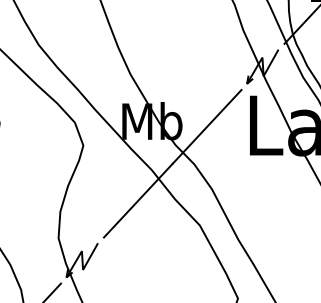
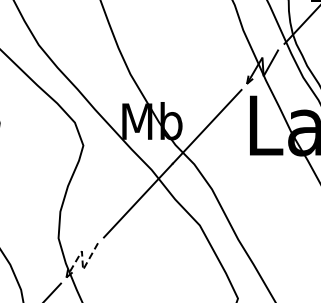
line at (82, 260): solid -> dashed
